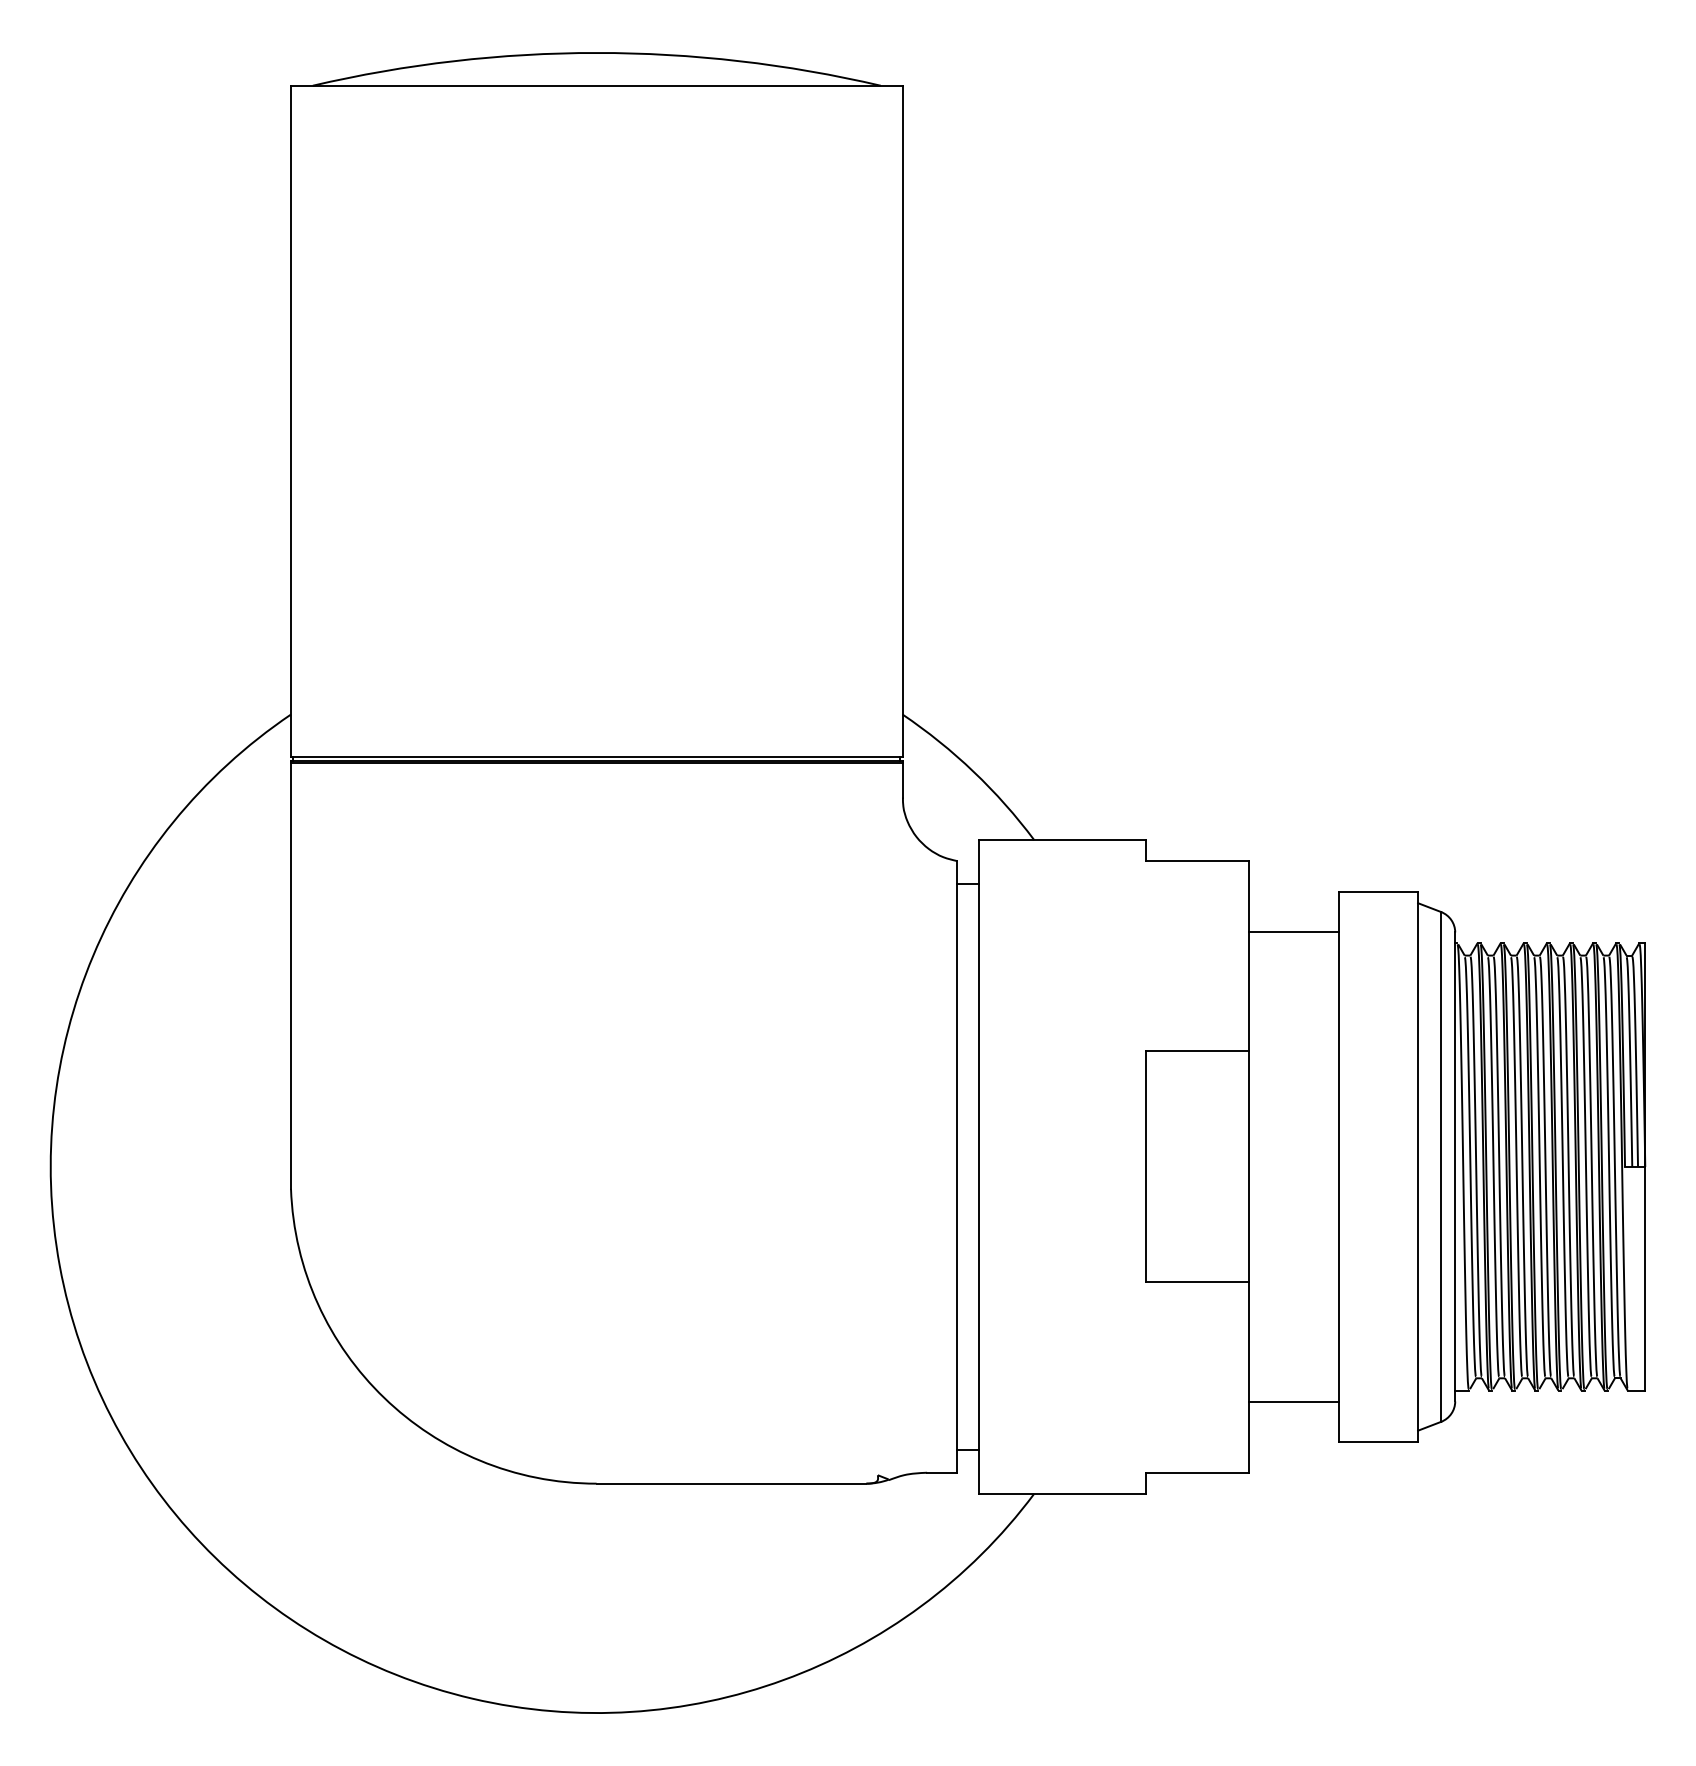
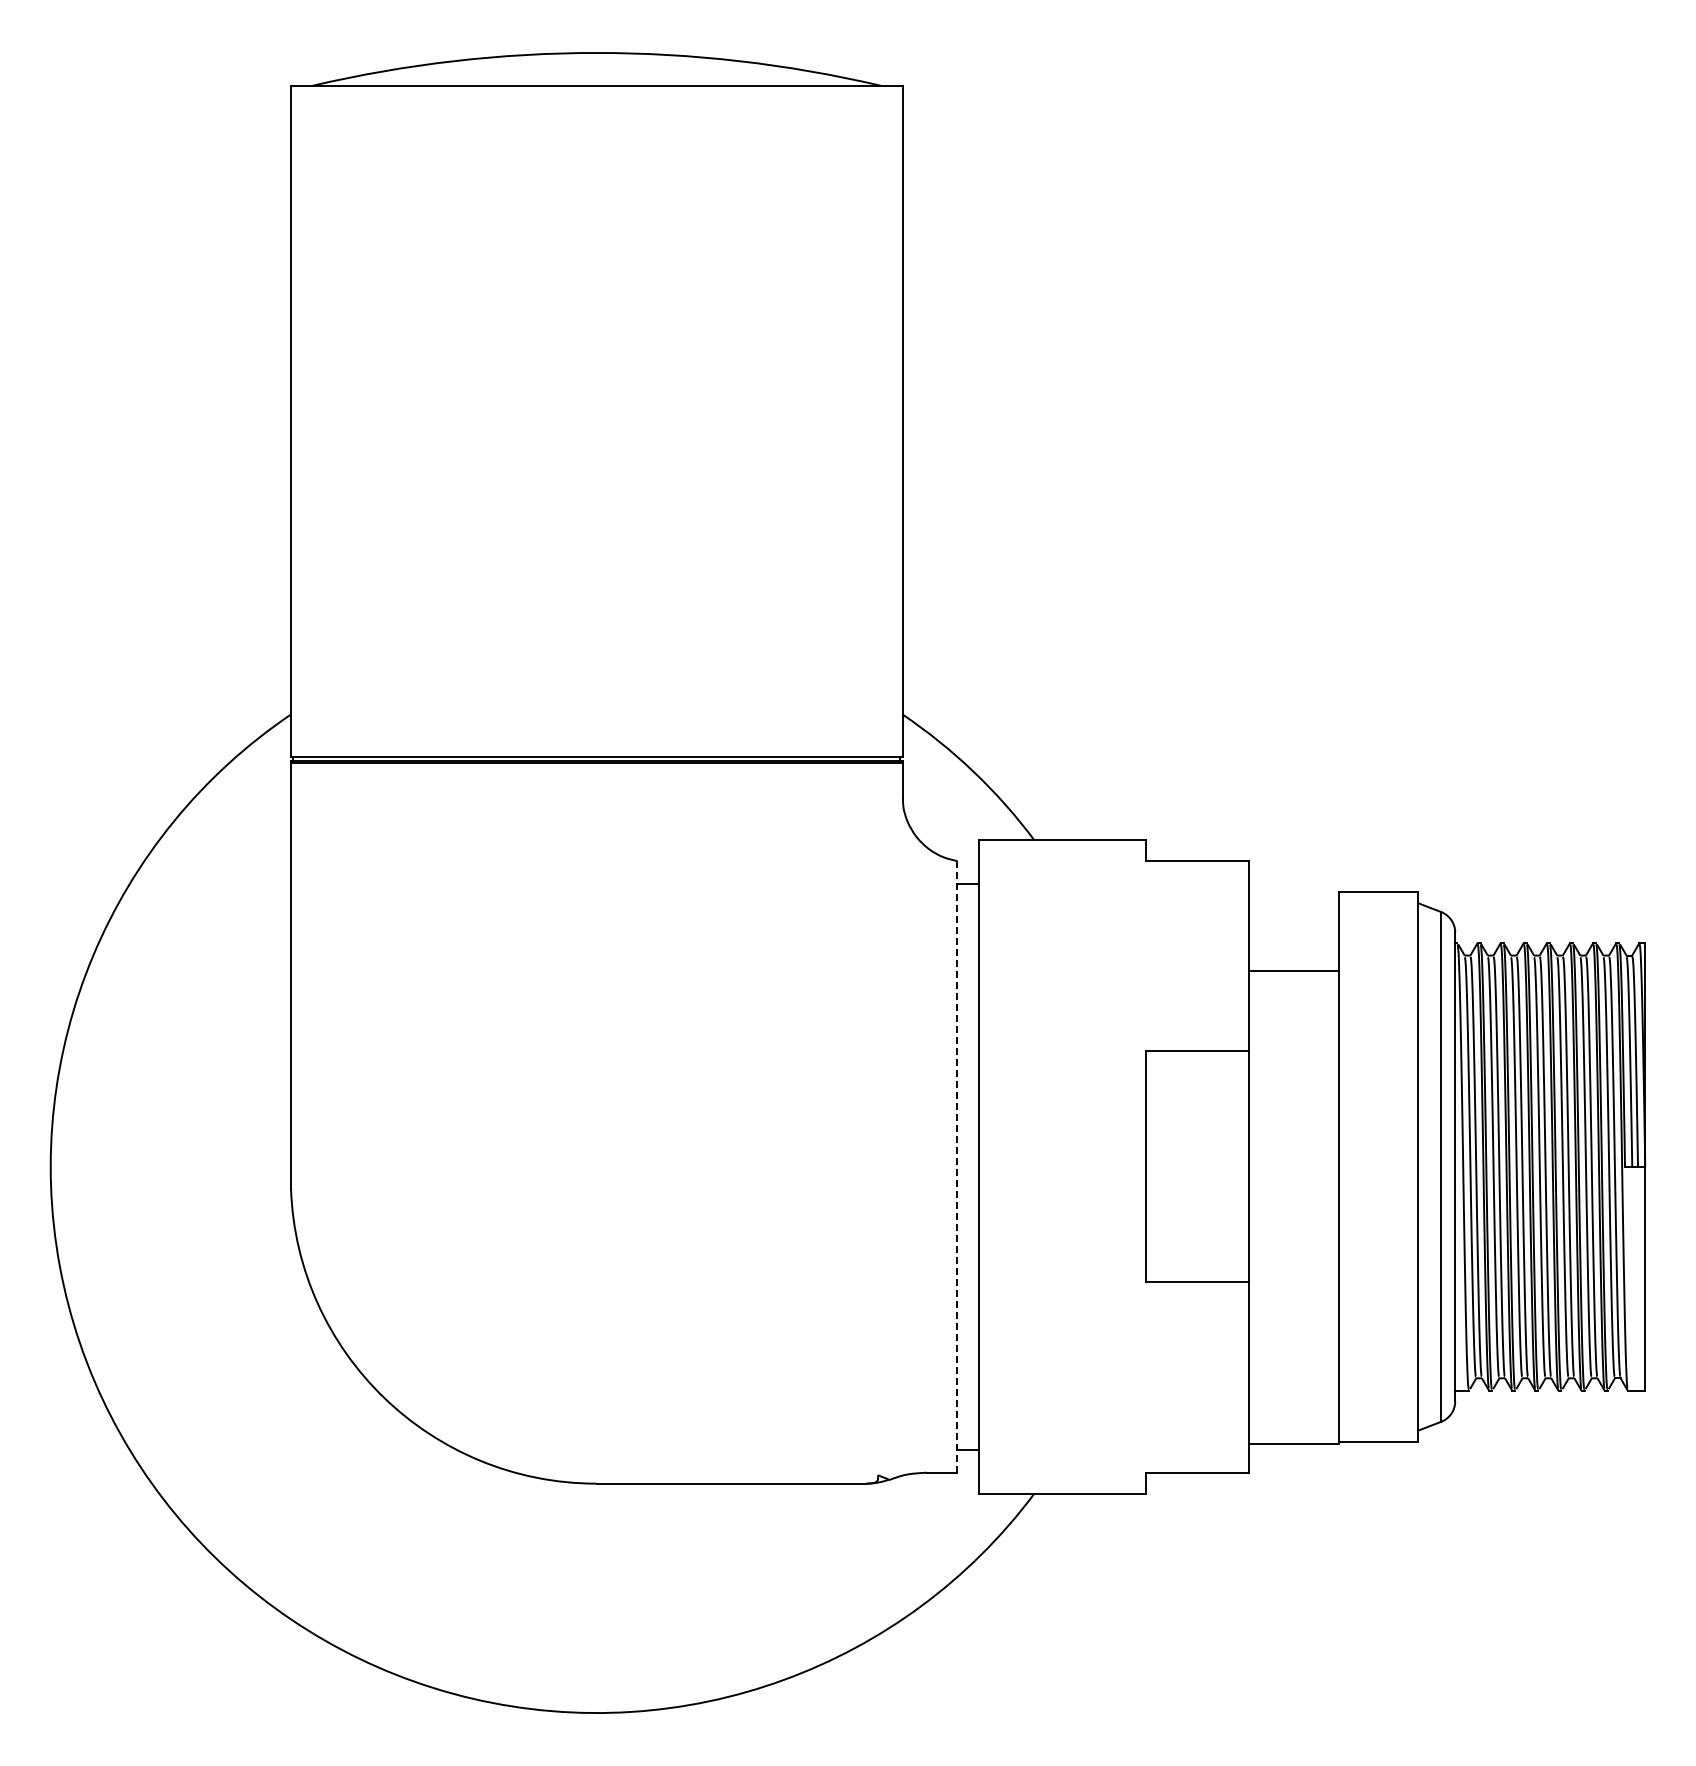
line at (1293, 932) position: (1293, 932) -> (1293, 971)
line at (957, 1166): solid -> dashed
line at (1293, 1401) position: (1293, 1401) -> (1293, 1443)
